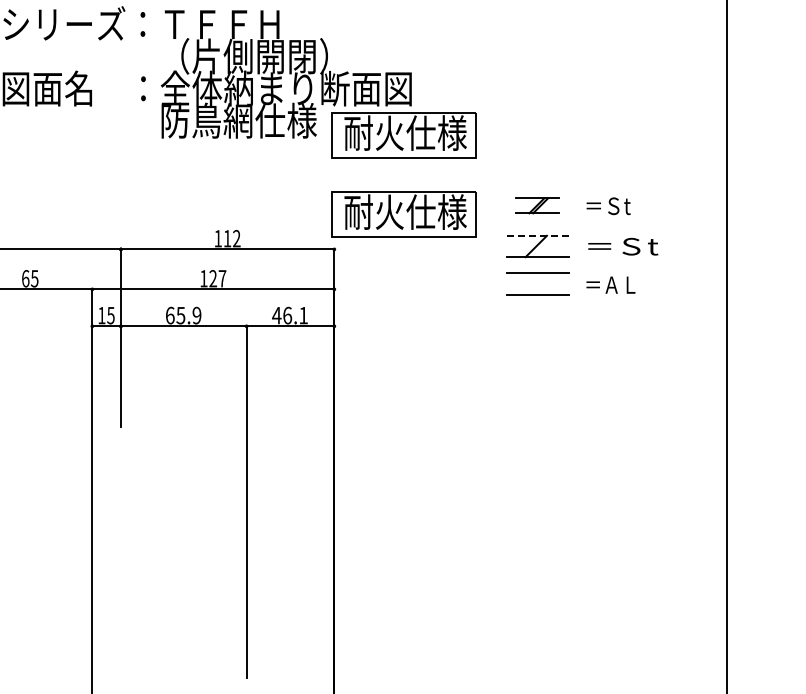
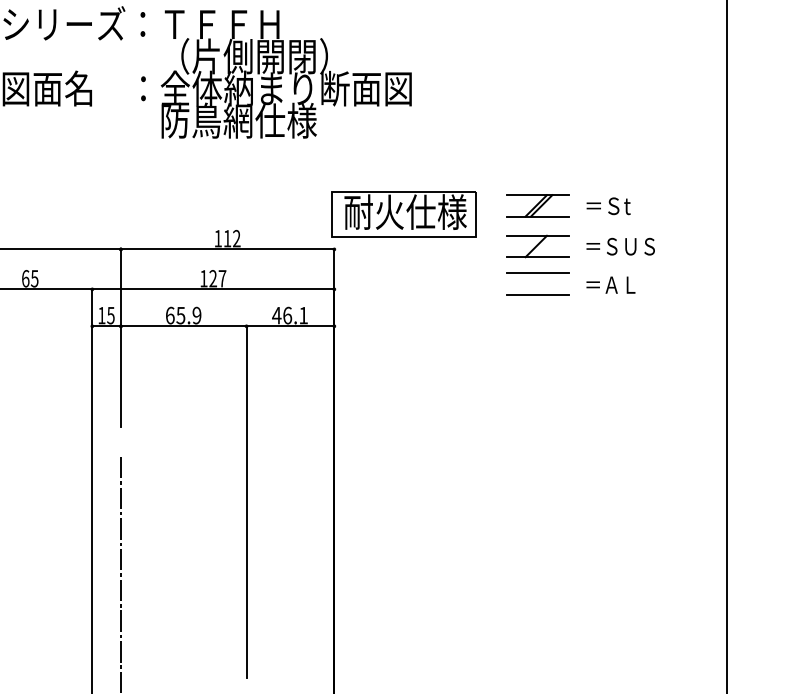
part at (403, 135): present -> none
part at (537, 205) size: 45x18 px -> 64x24 px
line at (537, 235): dashed -> solid
text at (622, 246): ＝Ｓt -> ＝ＳＵＳ
line at (120, 572): none -> present
